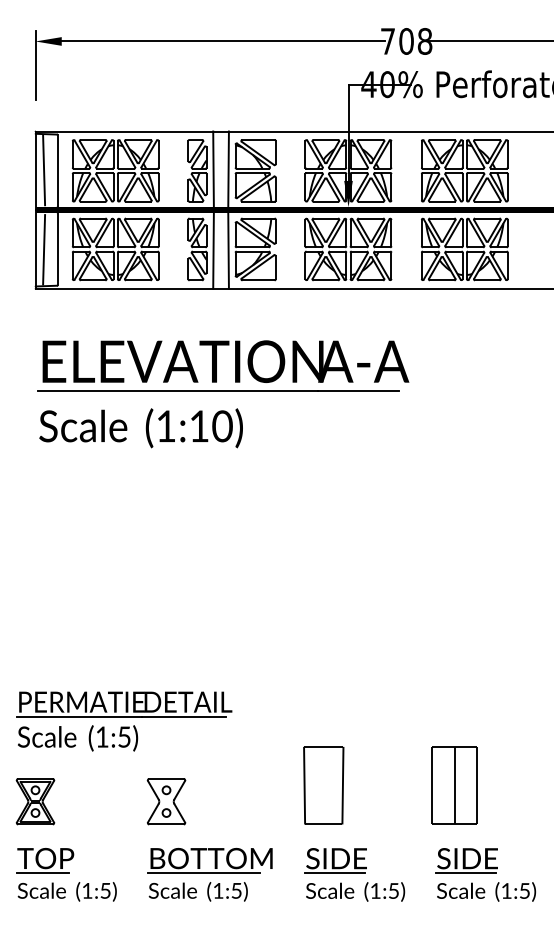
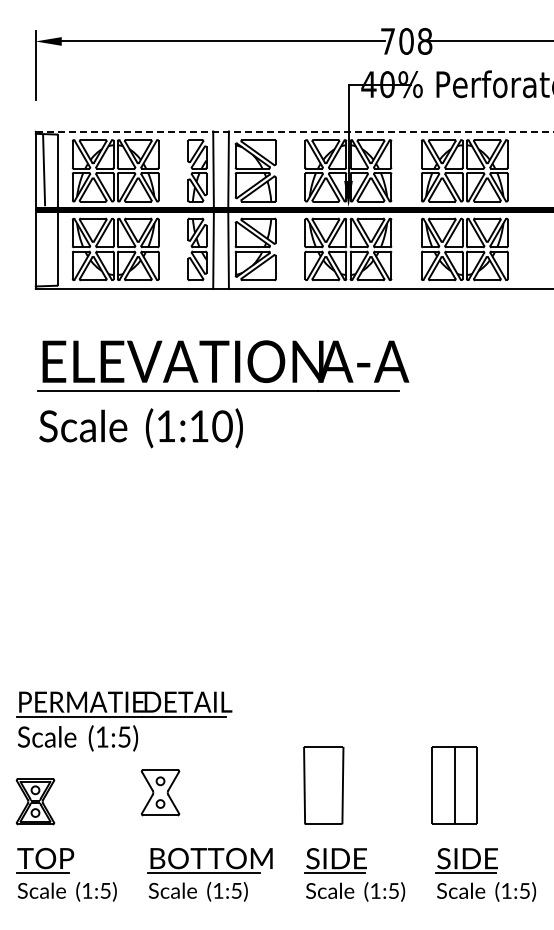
line at (294, 131): solid -> dashed
line at (44, 249): present -> none
part at (166, 801) position: (166, 801) -> (160, 792)
